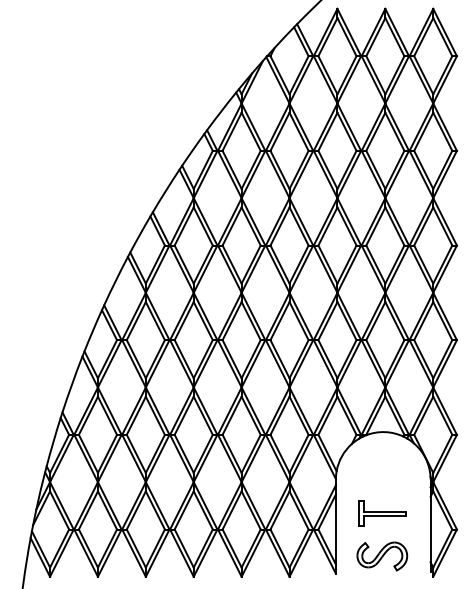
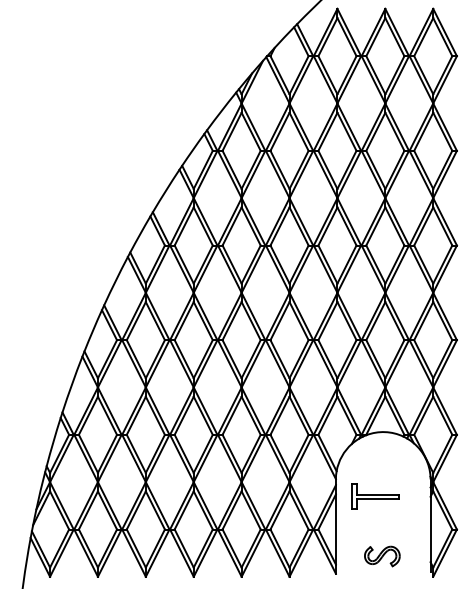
part at (382, 513) position: (382, 513) -> (375, 496)
part at (382, 556) size: 53x31 px -> 37x23 px
